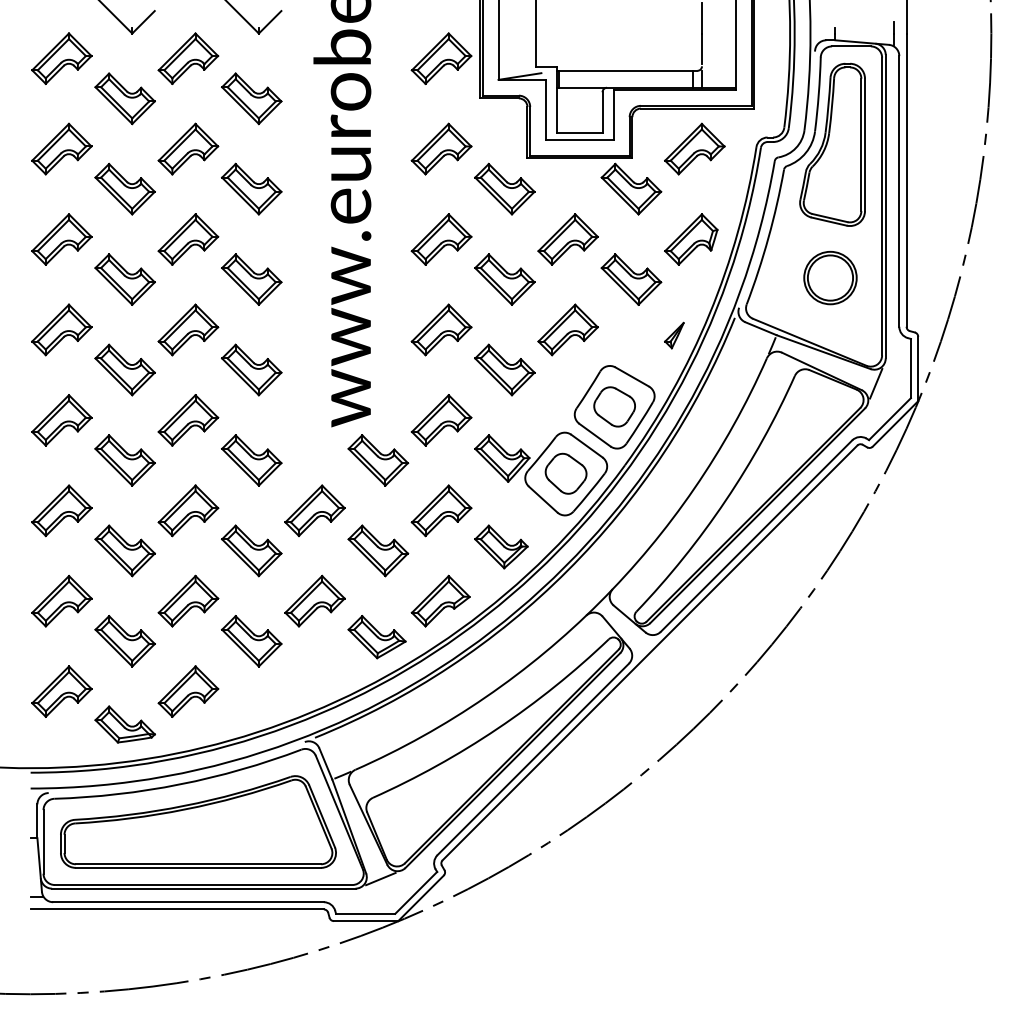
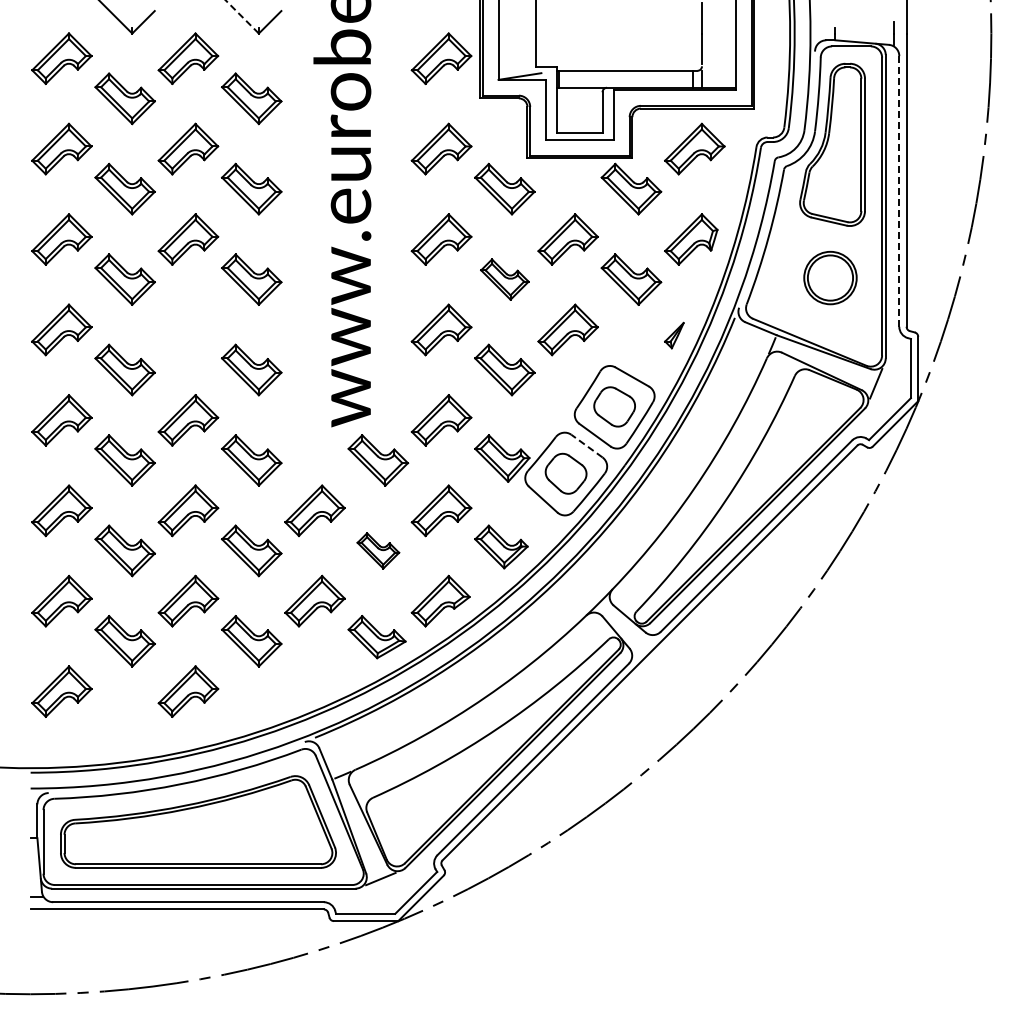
line at (241, 16): solid -> dashed
line at (899, 191): solid -> dashed
part at (504, 279) size: 62x53 px -> 50x43 px
part at (188, 329): present -> none
line at (586, 445): solid -> dashed
part at (378, 550) size: 63x54 px -> 45x38 px
part at (124, 724): present -> none
